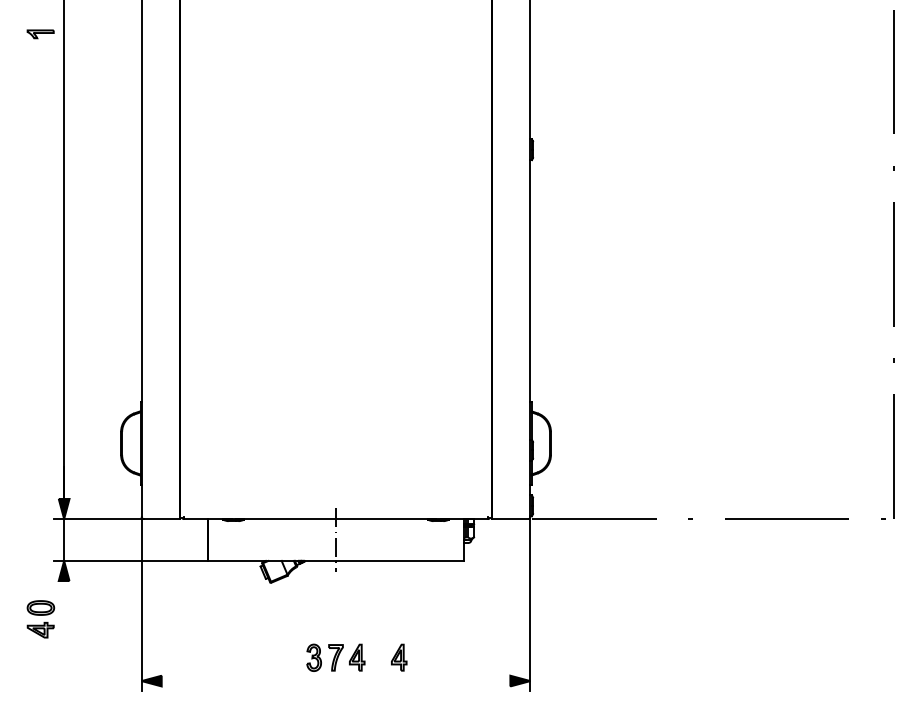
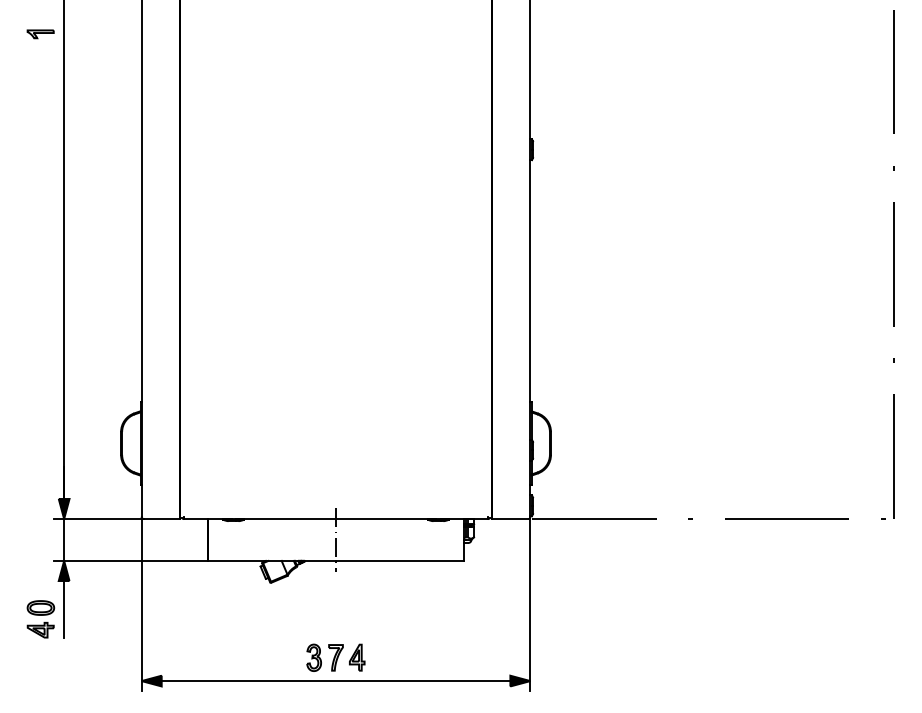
line at (64, 609): none -> present
part at (399, 657): present -> none
line at (335, 681): none -> present
